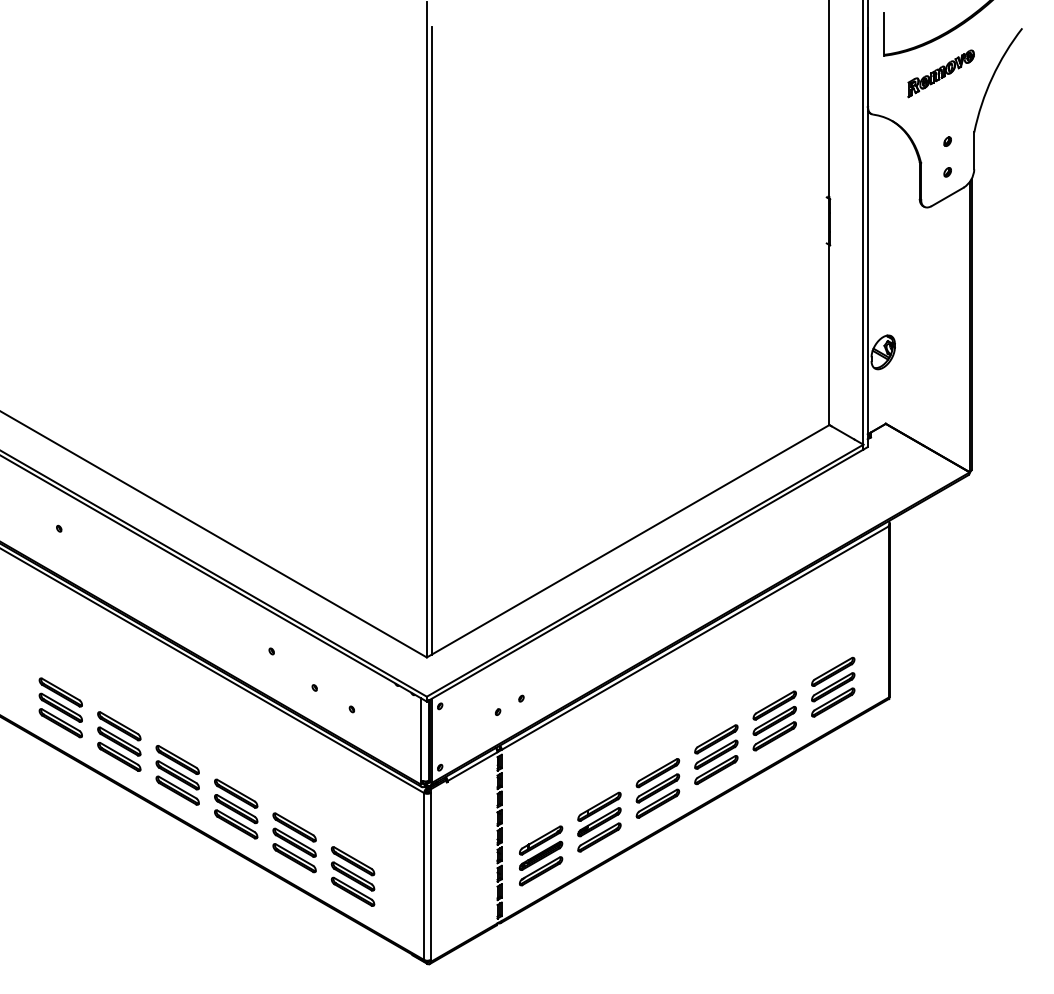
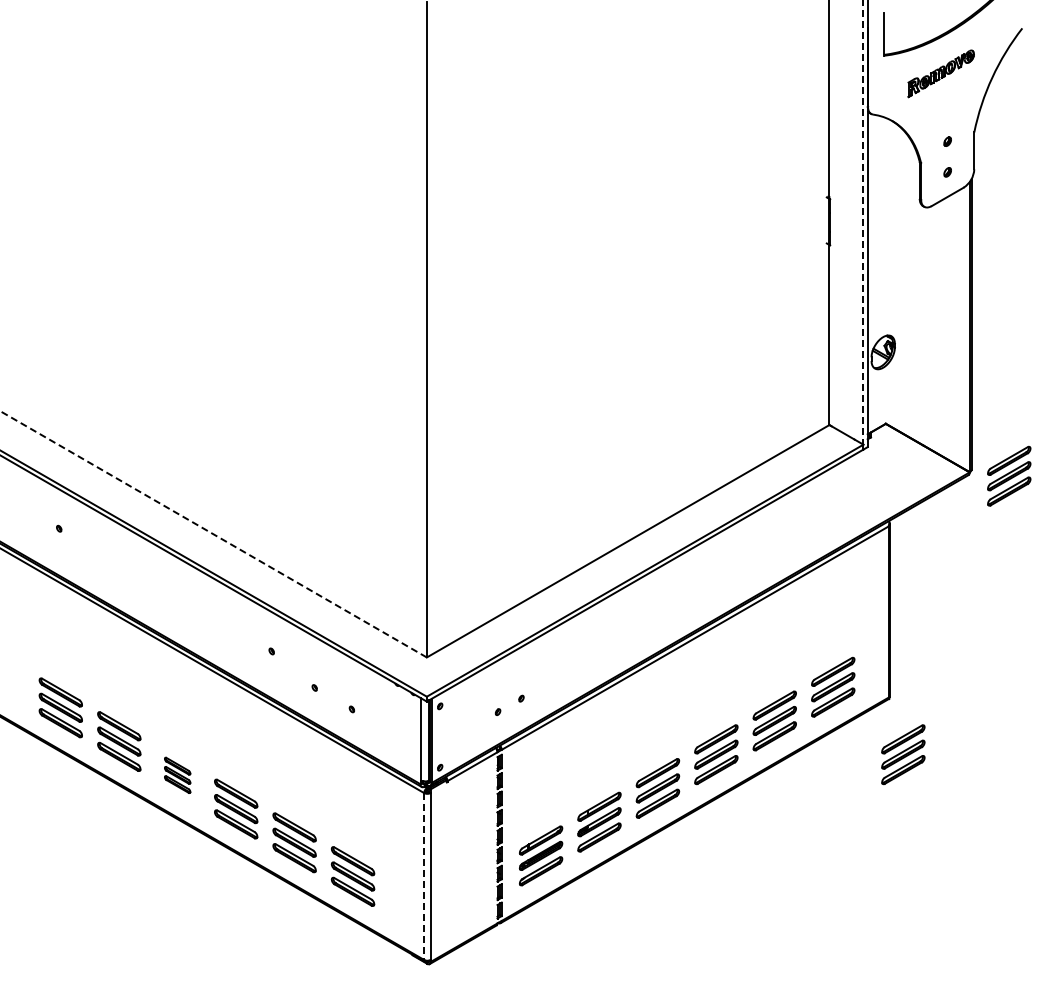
line at (863, 225): solid -> dashed
line at (431, 340): present -> none
part at (1009, 475): none -> present
line at (213, 534): solid -> dashed
part at (903, 754): none -> present
part at (177, 775) size: 45x61 px -> 28x38 px
line at (424, 877): solid -> dashed
